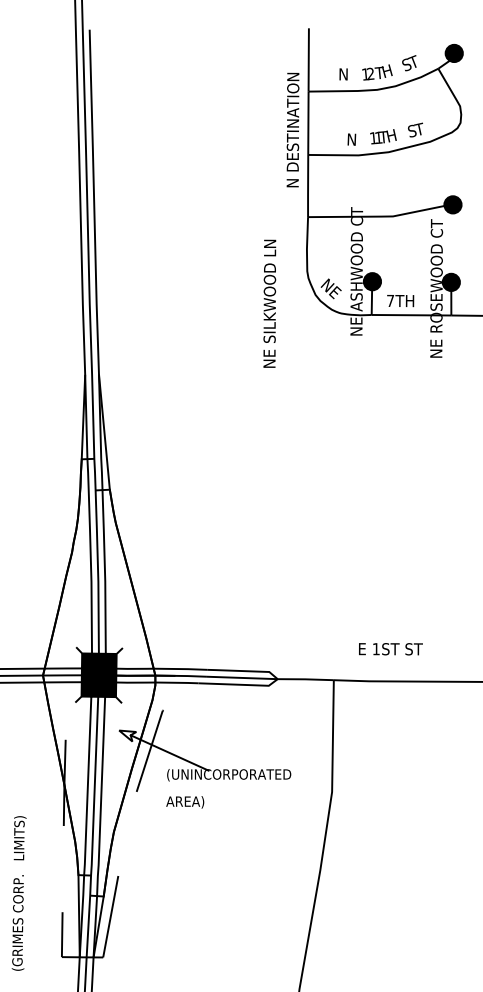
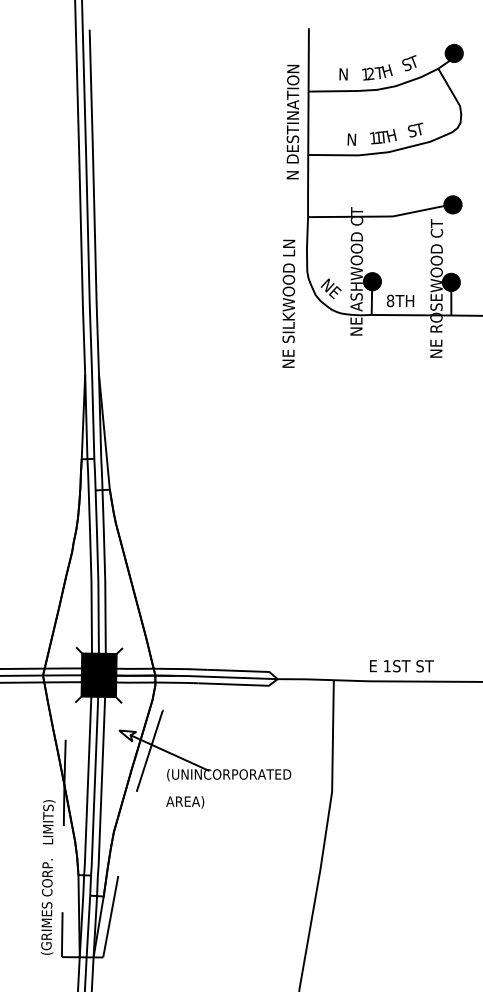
text at (292, 129) position: (292, 129) -> (292, 121)
text at (390, 300): 7TH -> 8TH
text at (269, 303) position: (269, 303) -> (288, 303)
text at (390, 649) position: (390, 649) -> (401, 666)
text at (18, 893) position: (18, 893) -> (47, 877)
